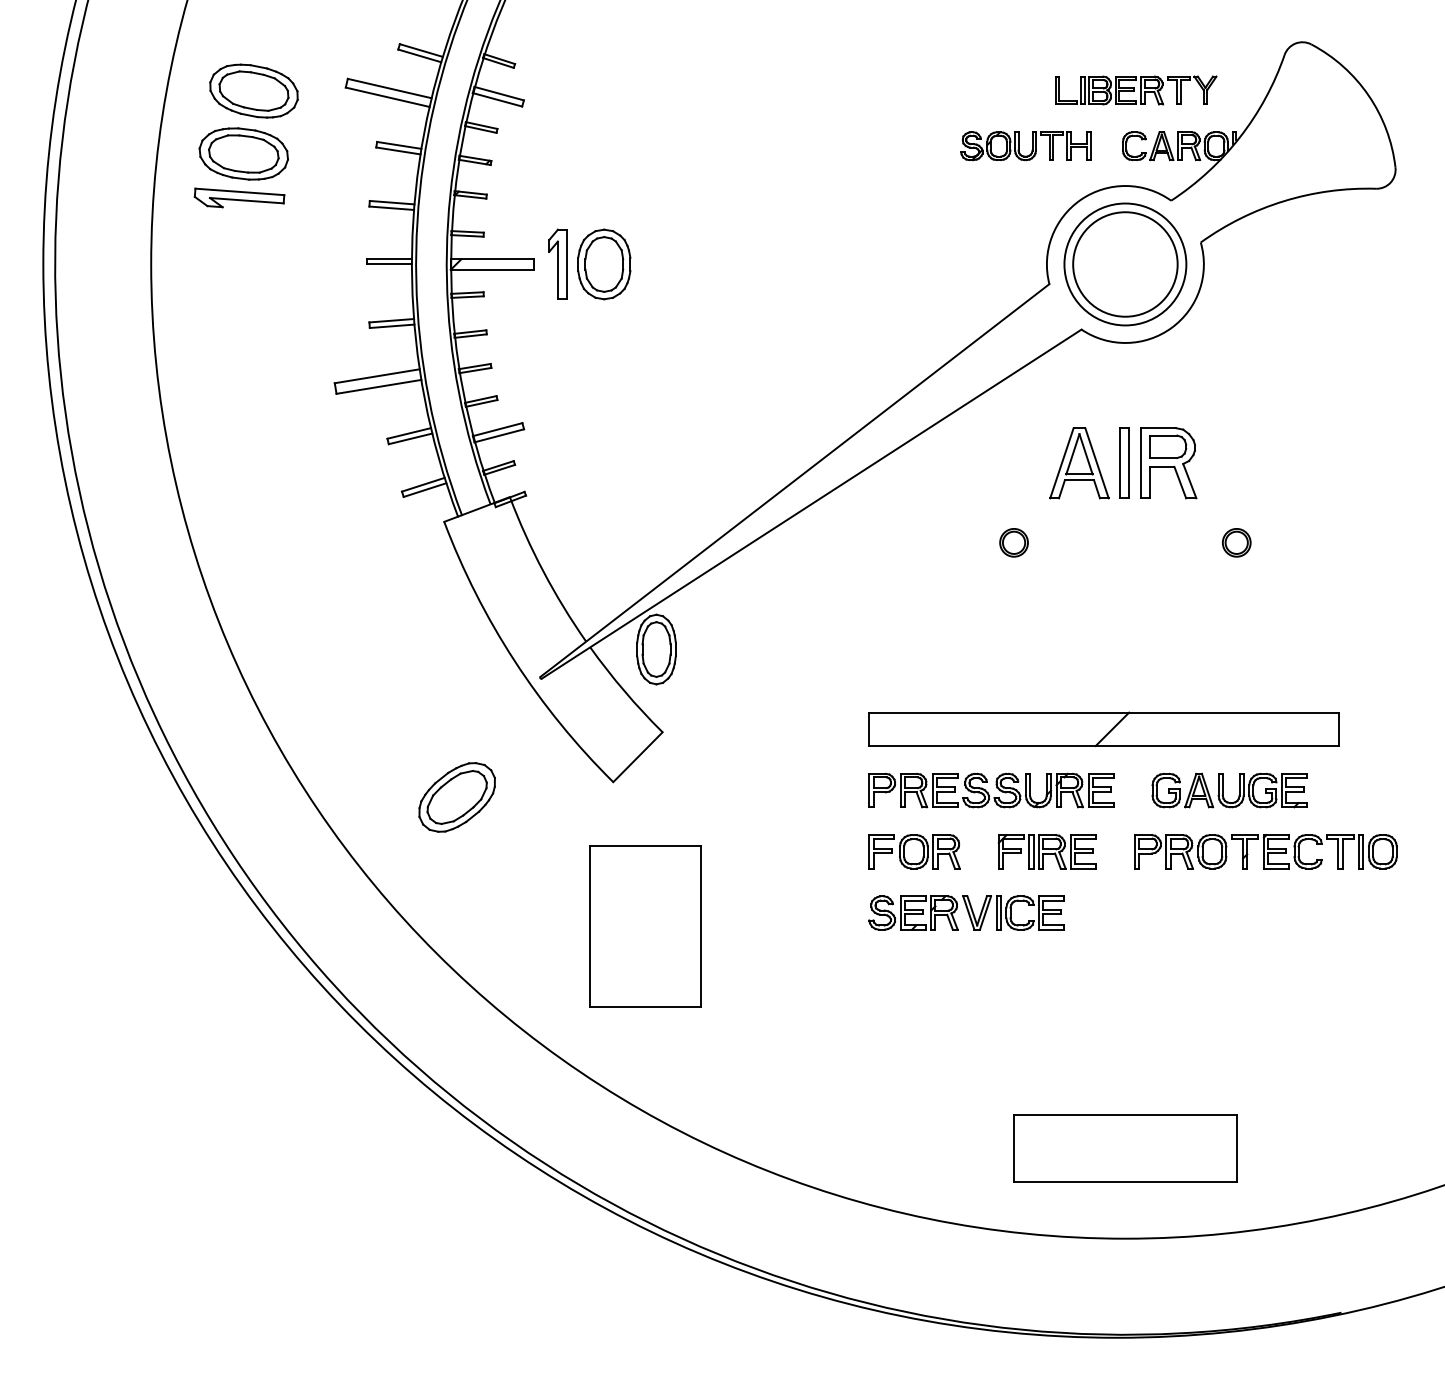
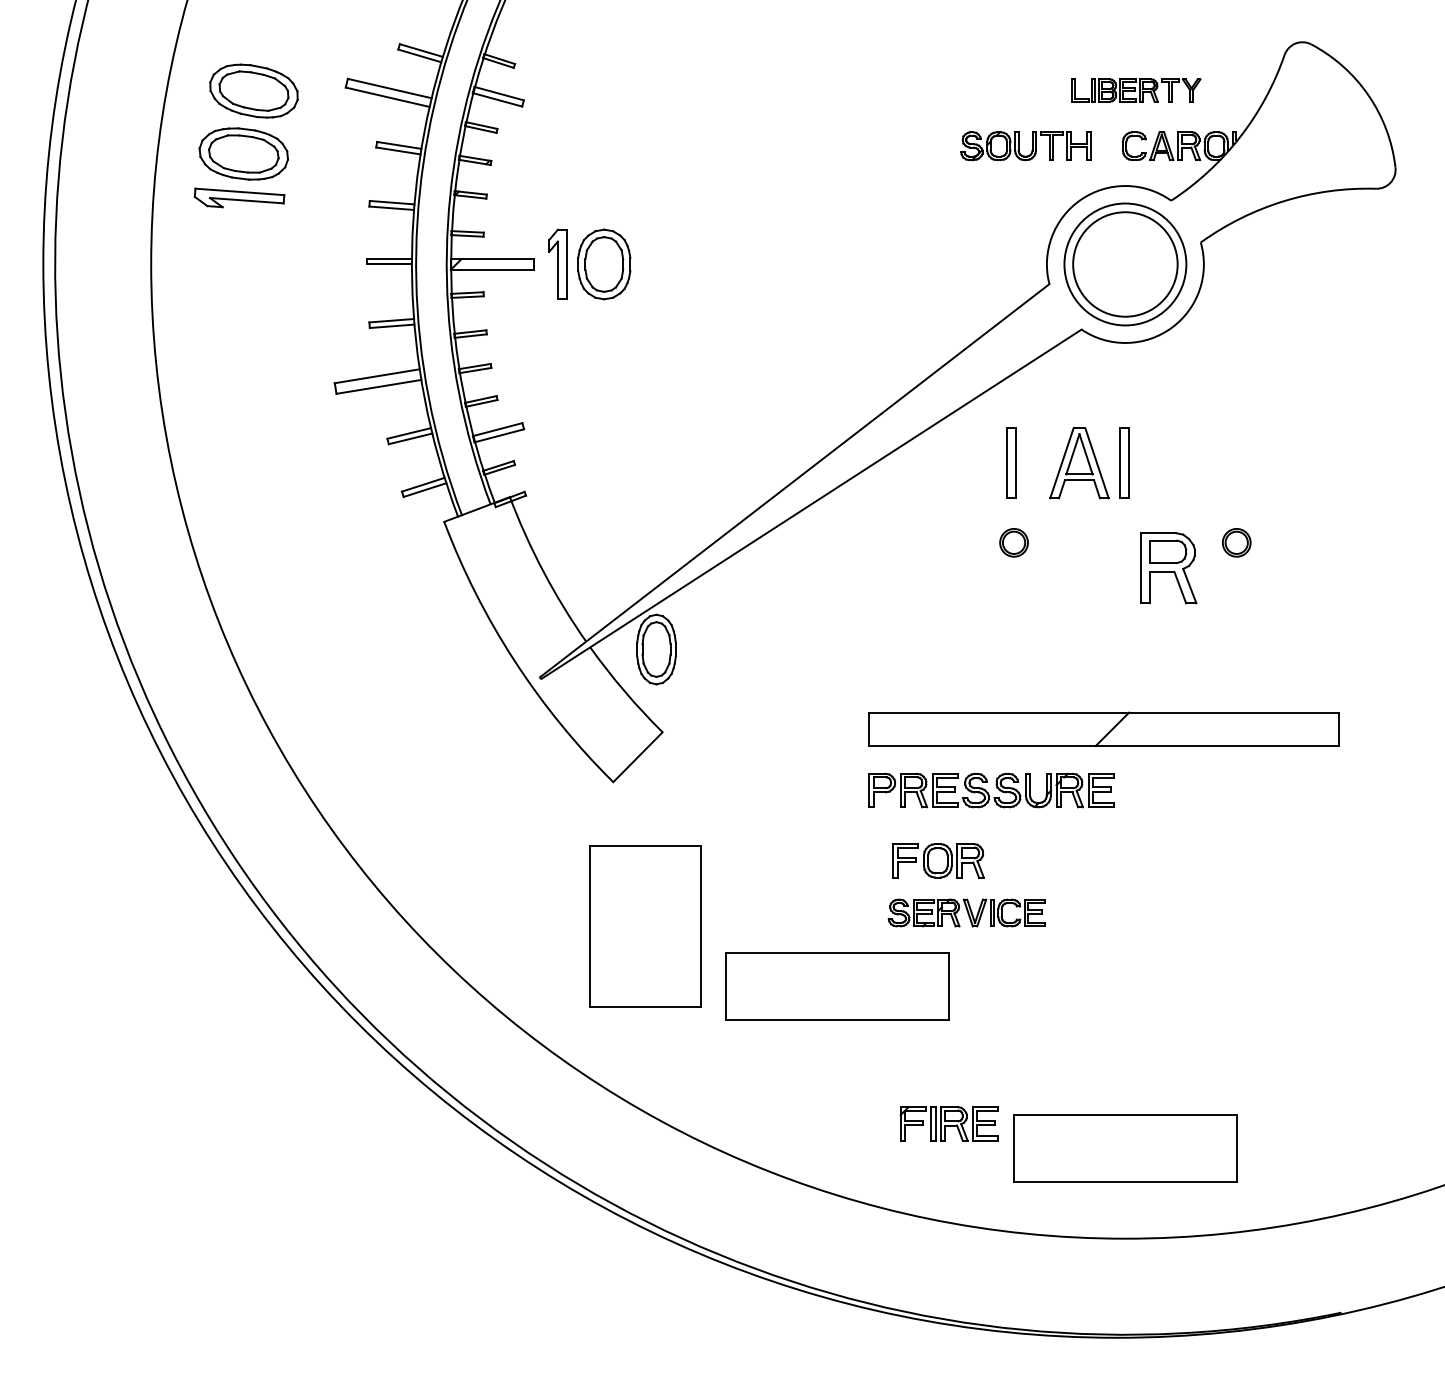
part at (1136, 90) size: 163x31 px -> 131x25 px
part at (1011, 462): none -> present
part at (1168, 463) position: (1168, 463) -> (1168, 568)
part at (1229, 790): present -> none
part at (456, 797): present -> none
part at (914, 851) position: (914, 851) -> (938, 860)
part at (1046, 851) position: (1046, 851) -> (948, 1123)
part at (1265, 851): present -> none
part at (966, 912) size: 197x36 px -> 159x30 px
part at (837, 986): none -> present
